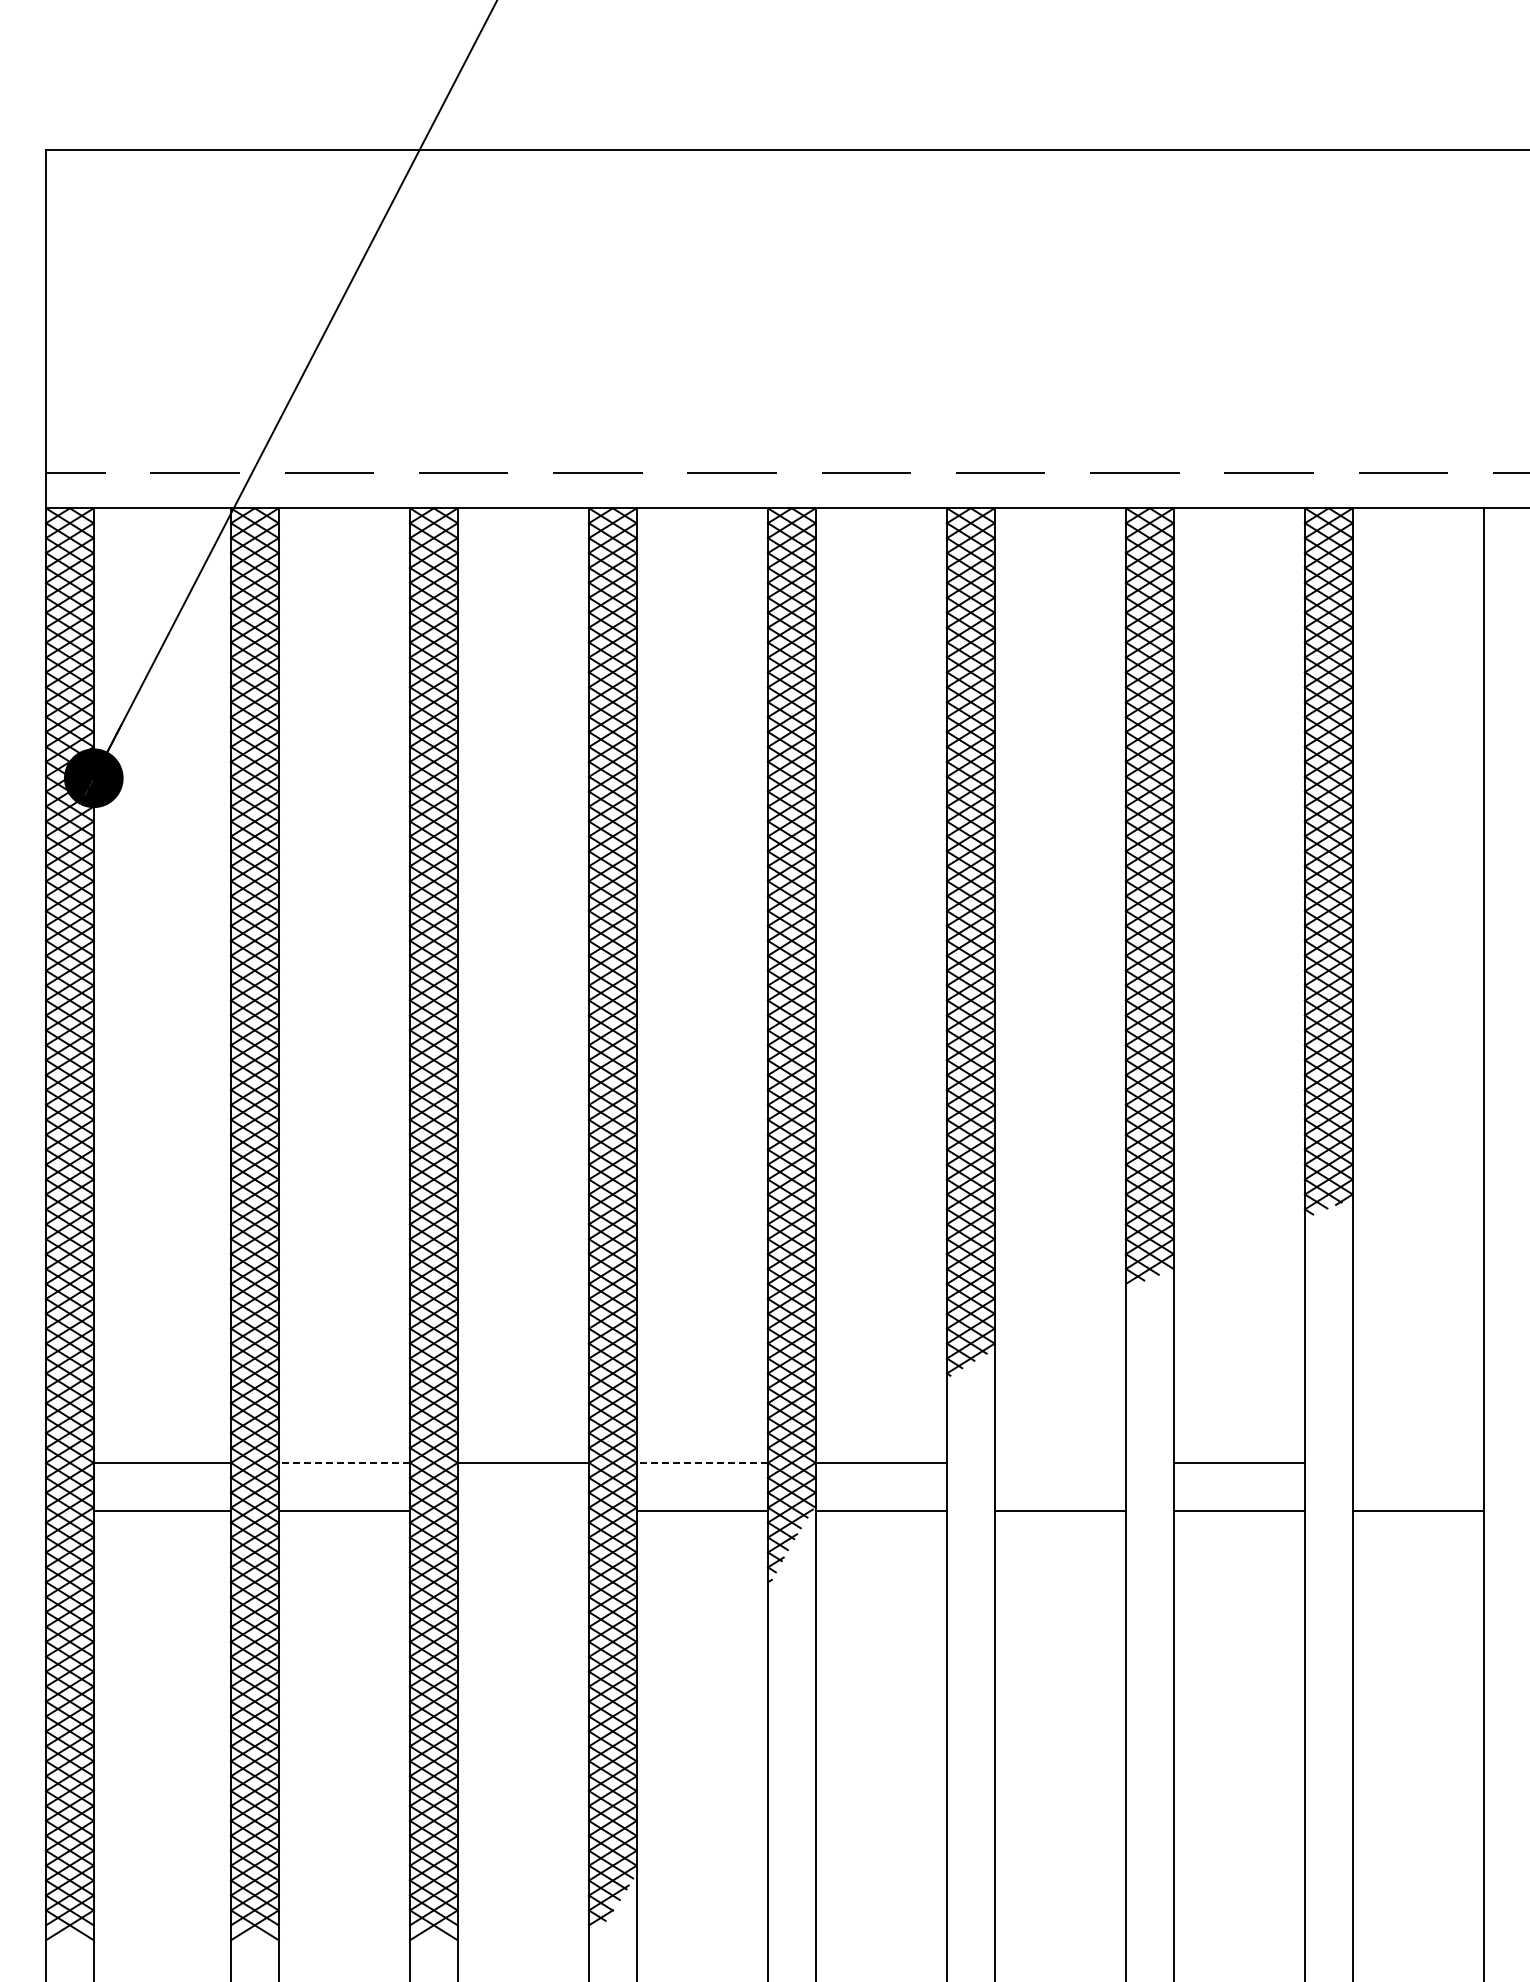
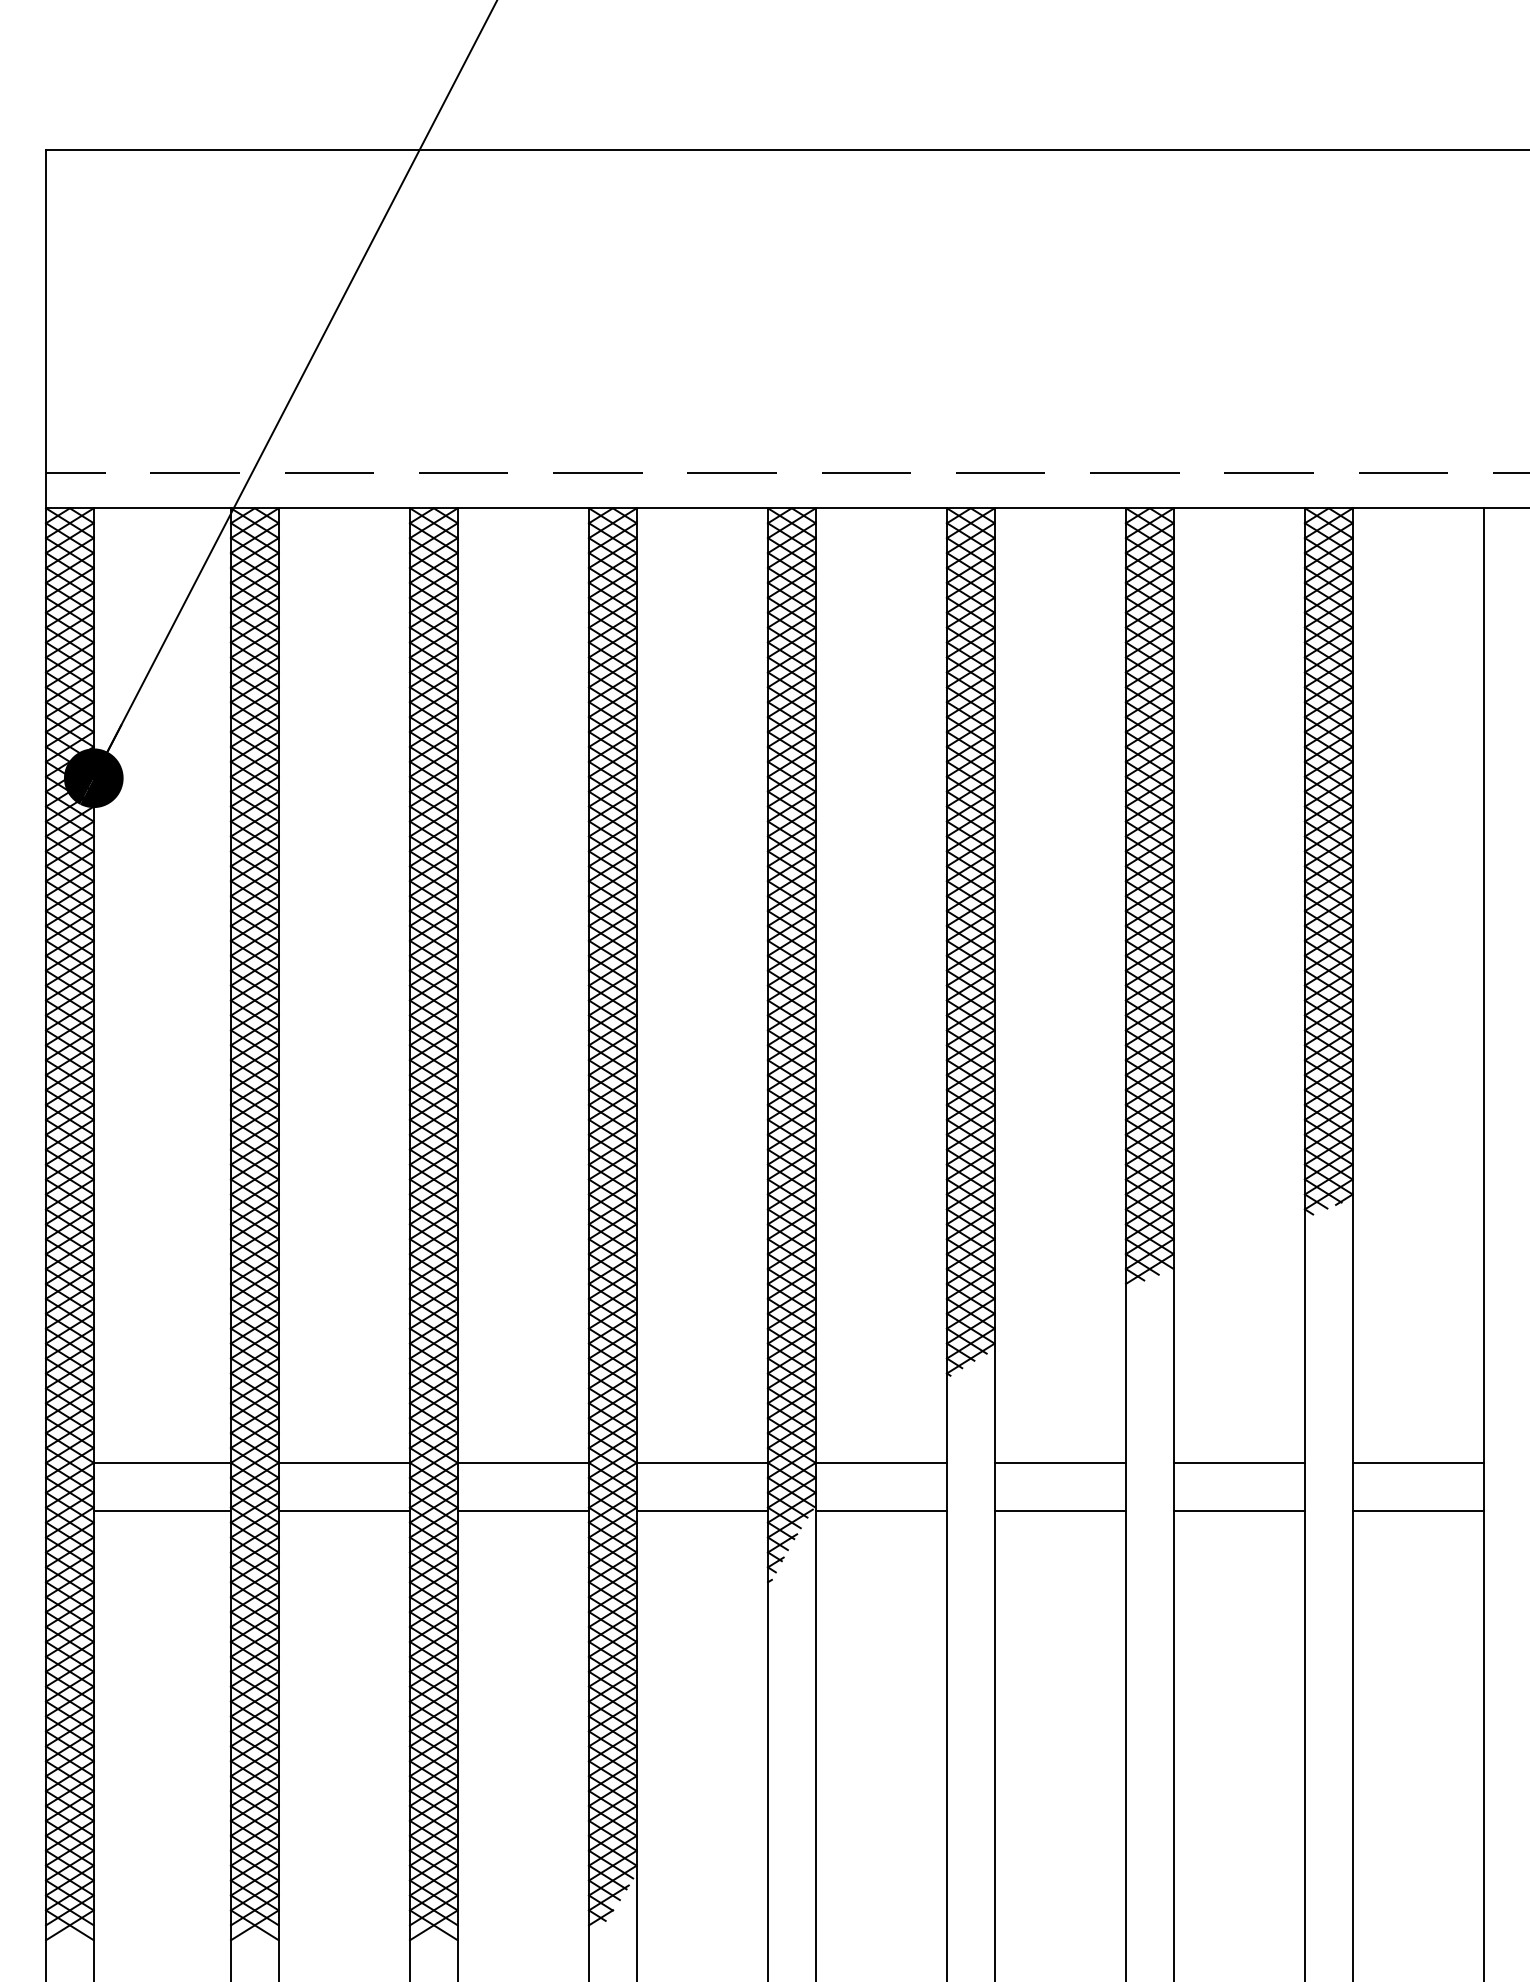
line at (344, 1462): dashed -> solid
line at (702, 1462): dashed -> solid
line at (1059, 1462): none -> present
line at (1417, 1462): none -> present
line at (523, 1510): none -> present
